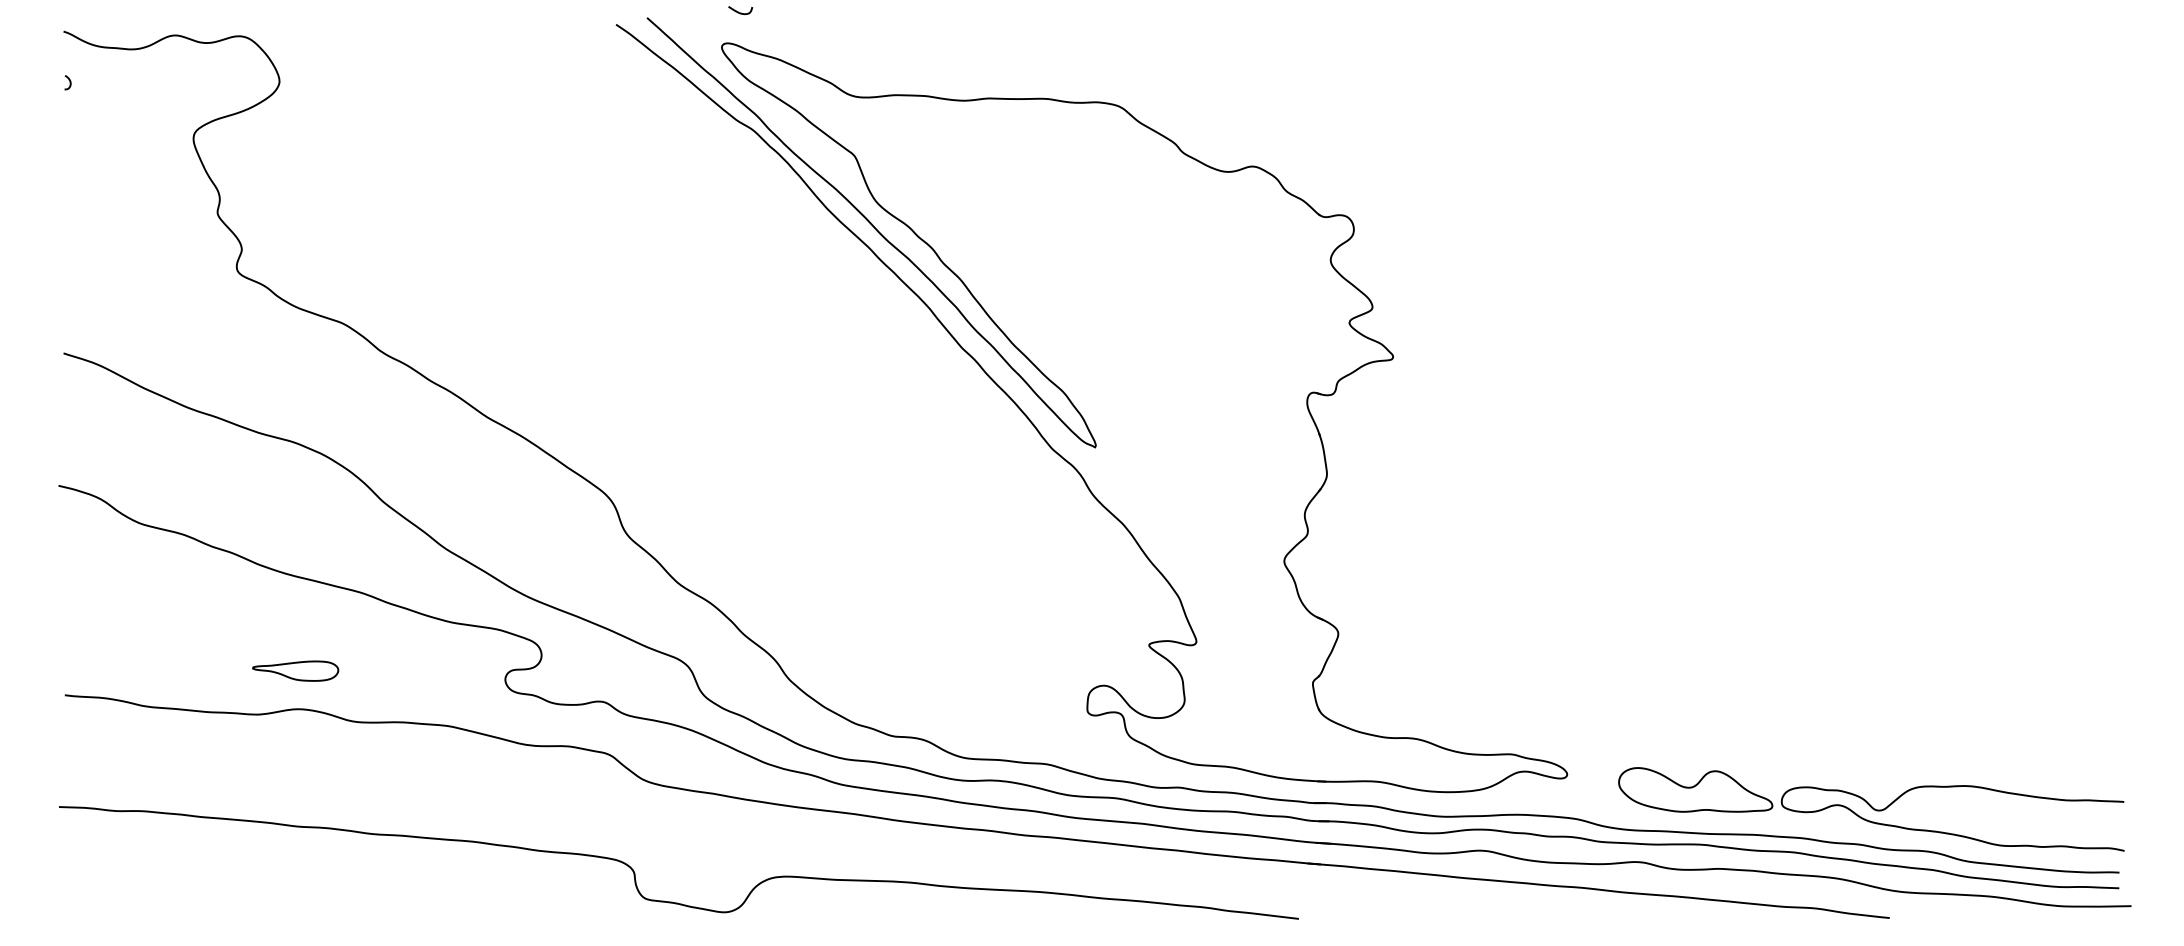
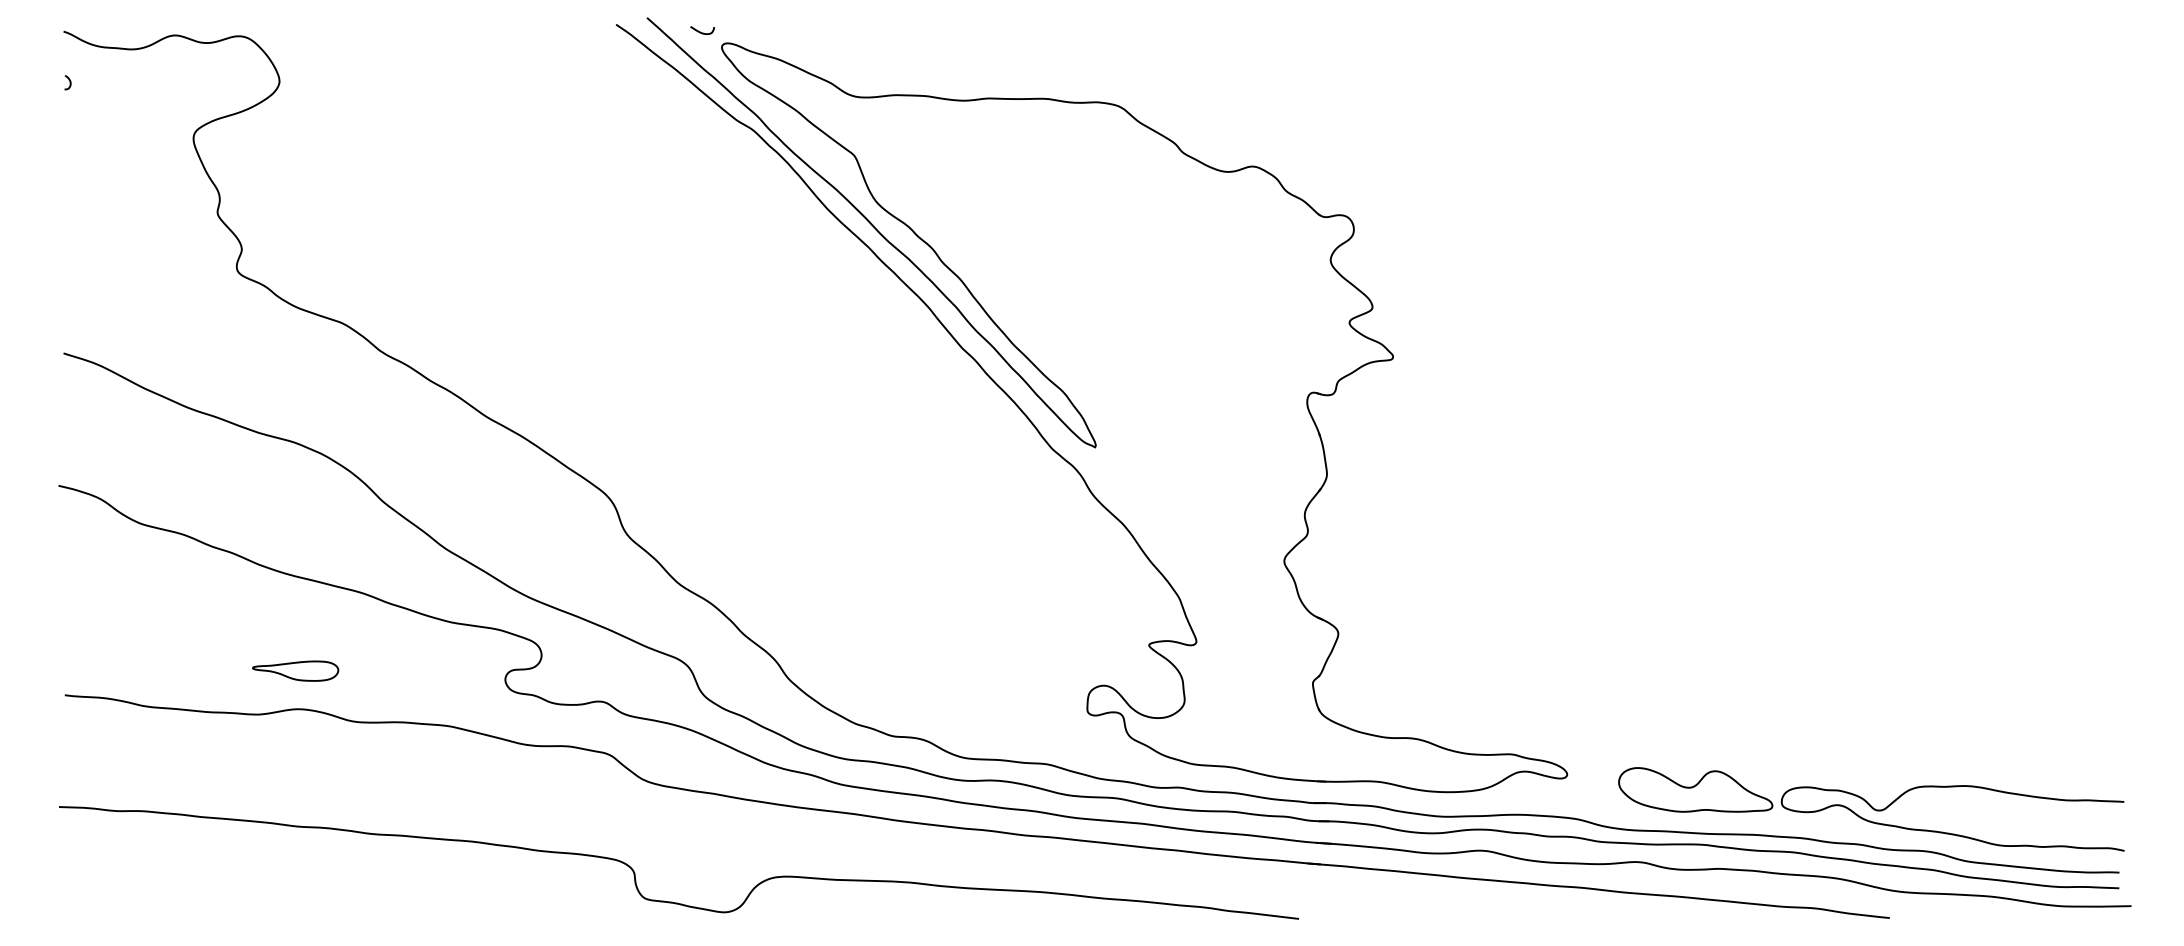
curve at (740, 12) position: (740, 12) -> (702, 32)
